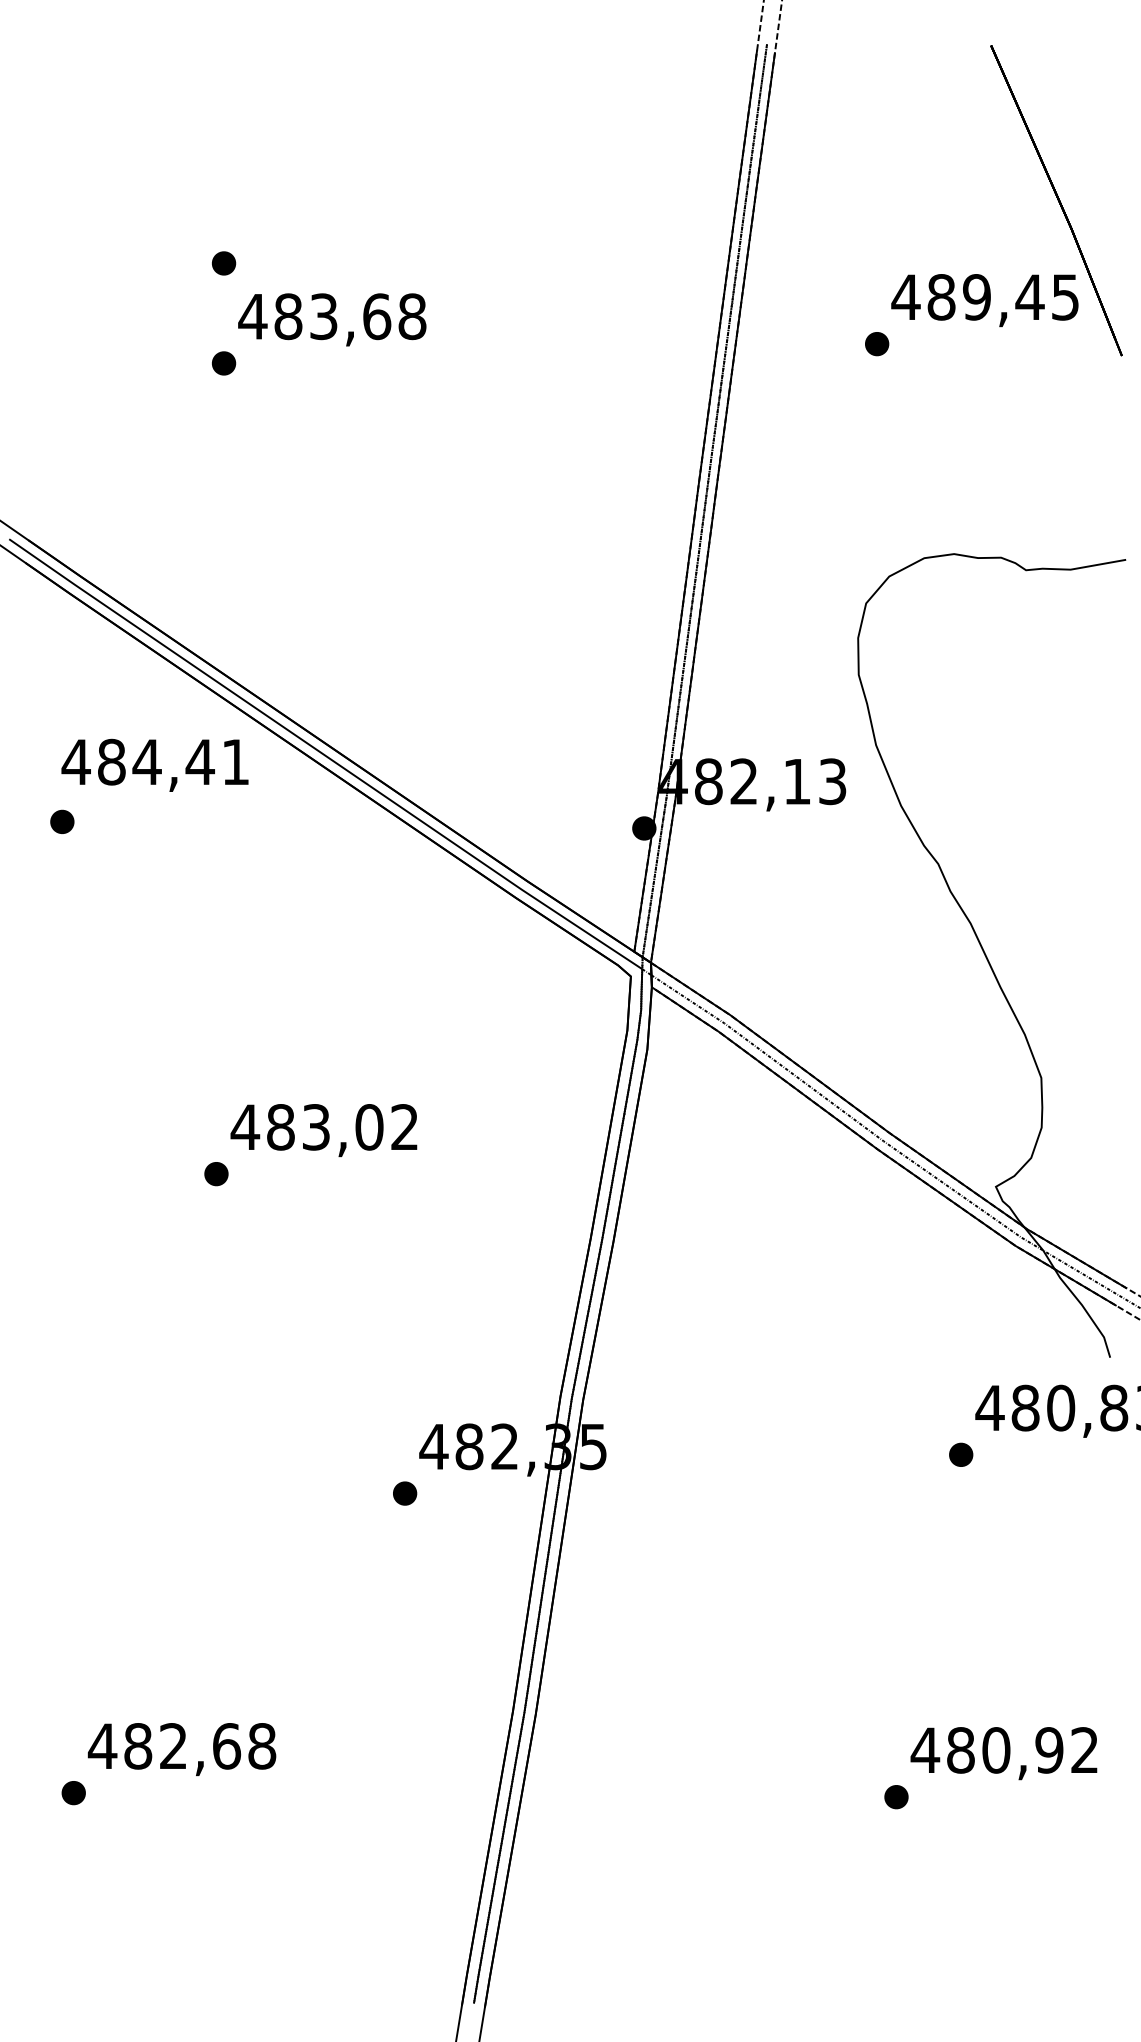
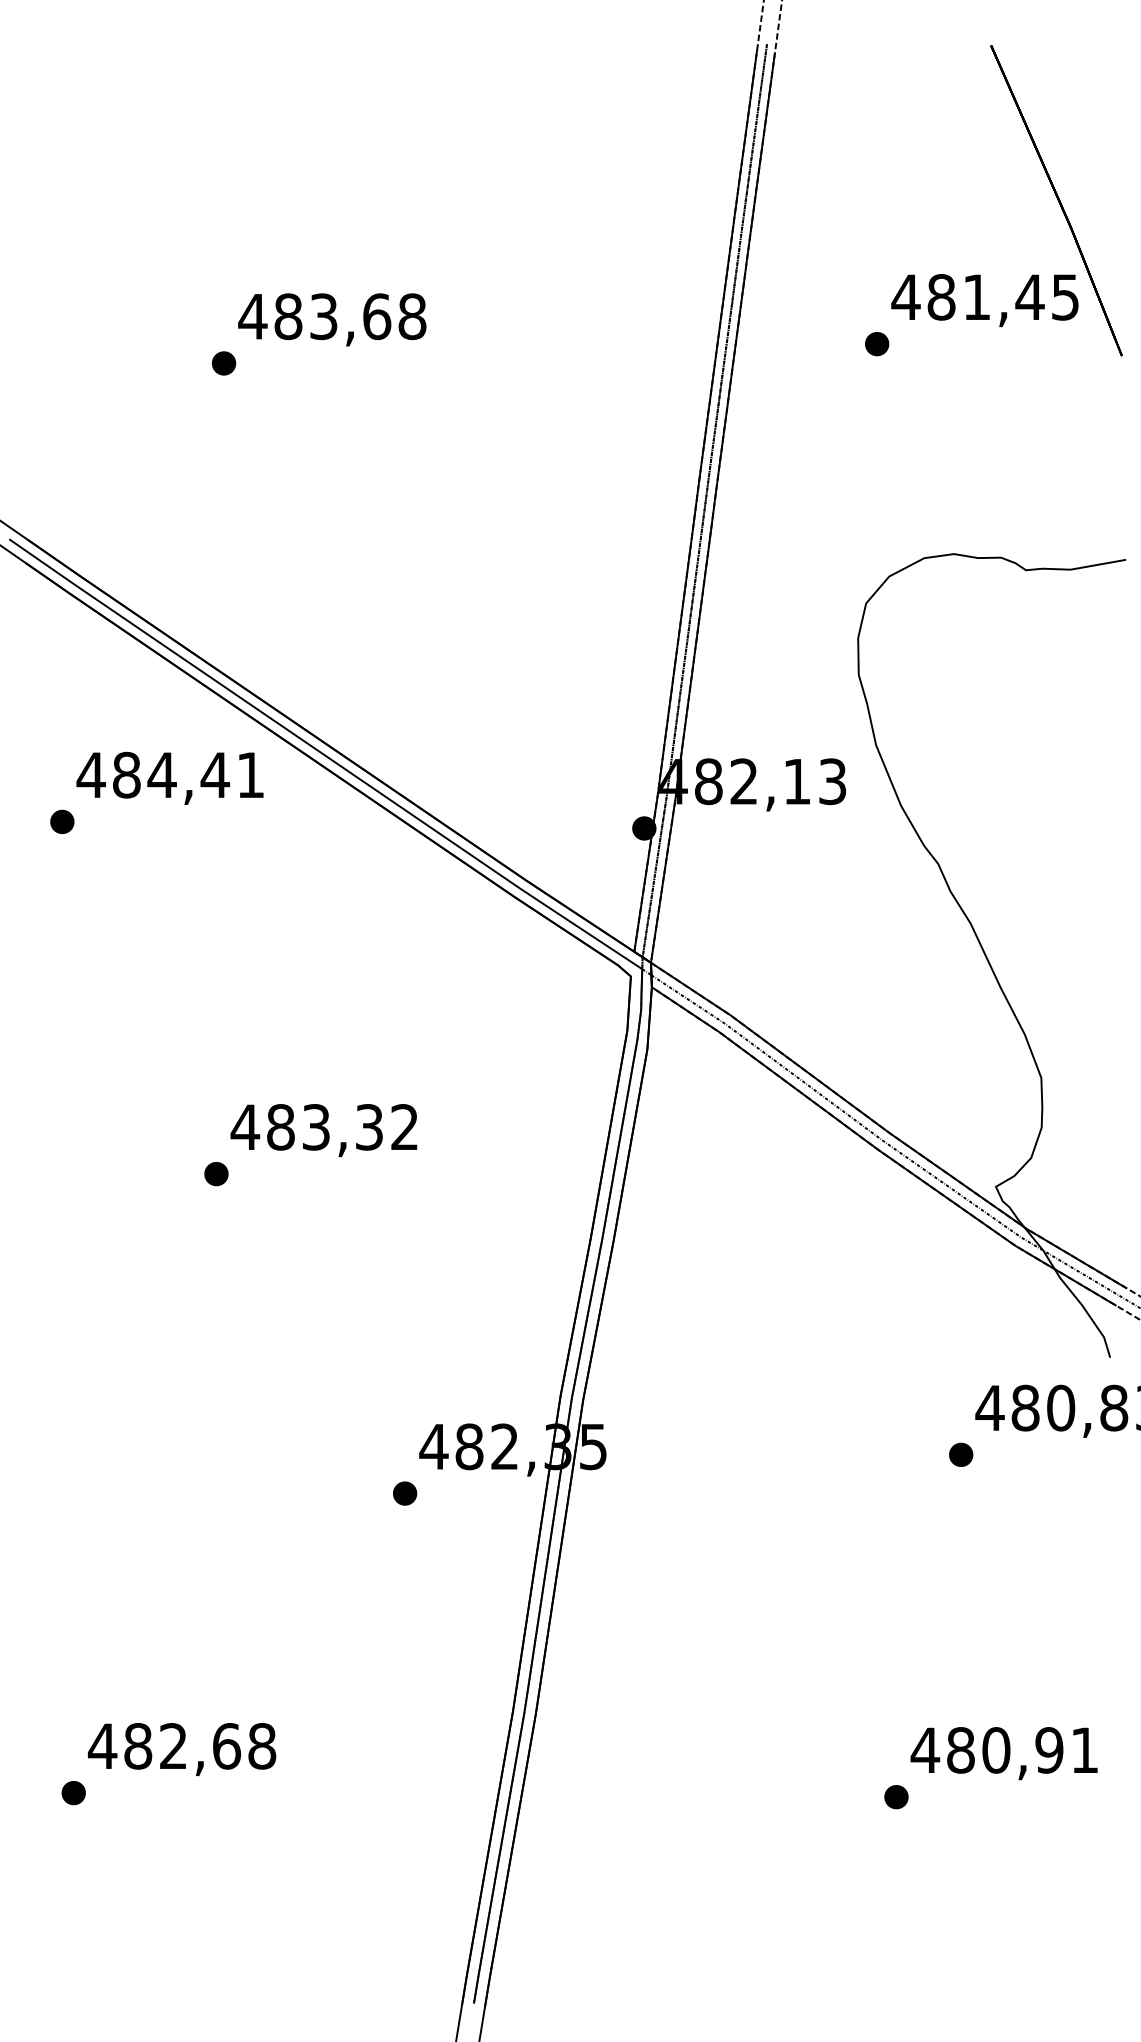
part at (224, 263): present -> none
text at (976, 297): 489,45 -> 481,45
text at (154, 764) position: (154, 764) -> (169, 777)
text at (369, 1127): 483,02 -> 483,32
text at (1084, 1749): 480,92 -> 480,91
